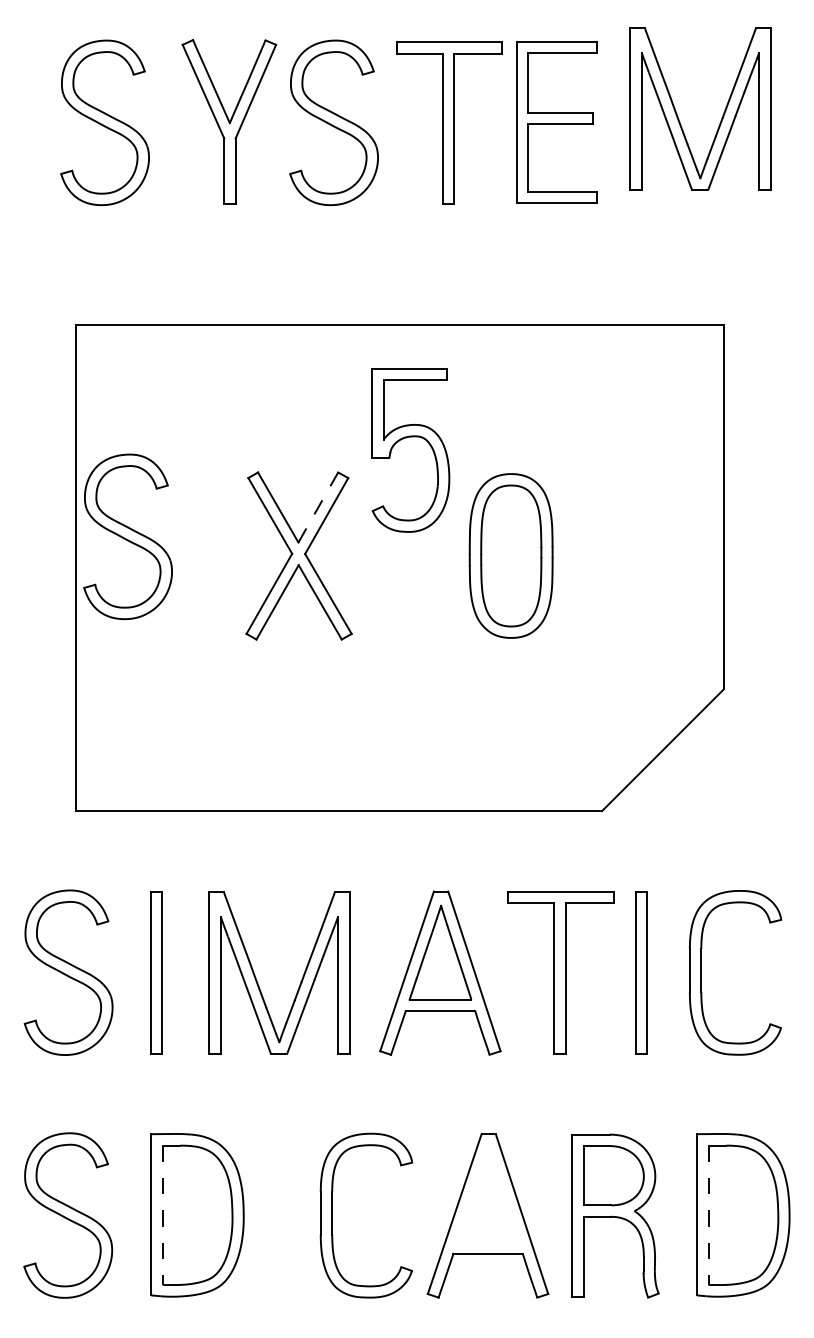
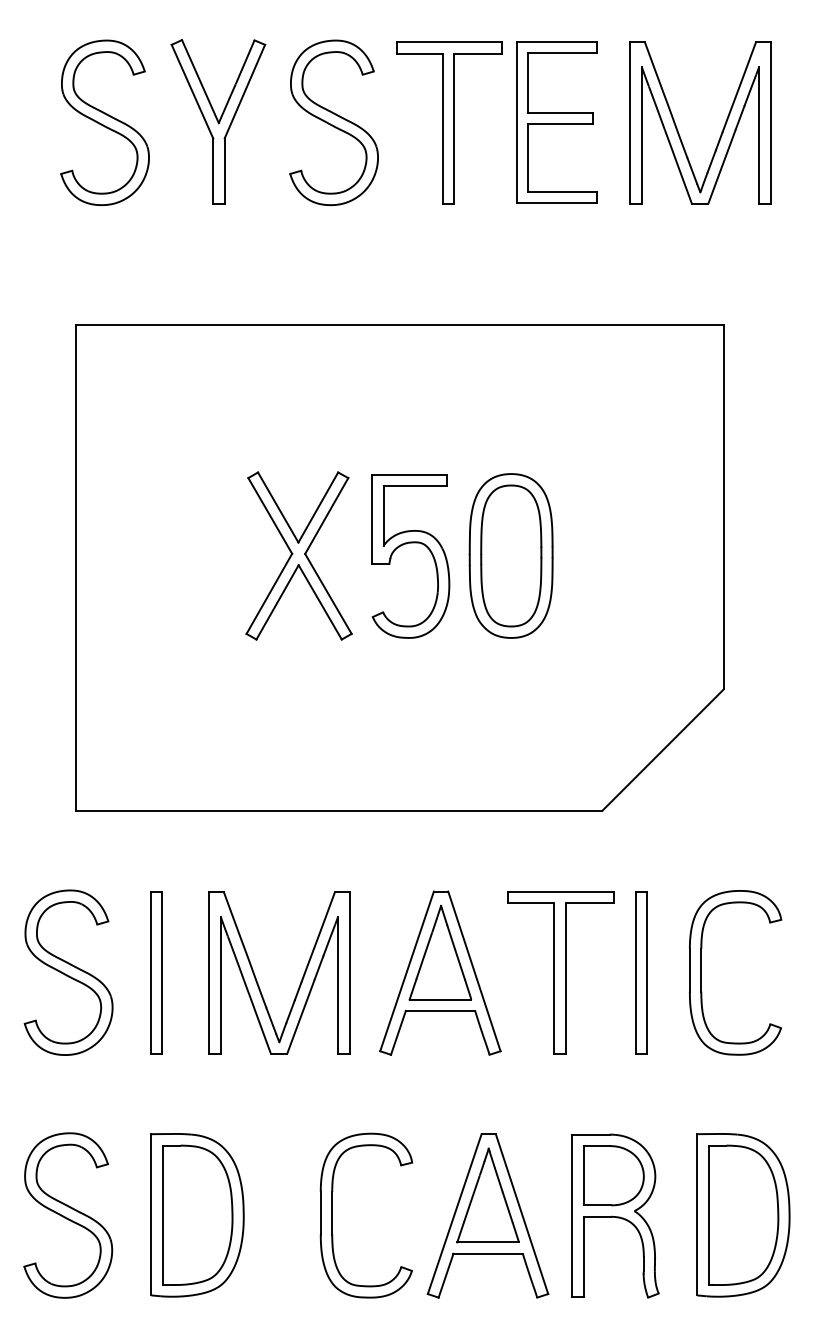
part at (721, 117) position: (721, 117) -> (721, 131)
part at (229, 121) position: (229, 121) -> (218, 121)
part at (406, 438) position: (406, 438) -> (406, 544)
line at (318, 507): dashed -> solid
part at (127, 536): present -> none
part at (487, 1195): none -> present
line at (162, 1215): dashed -> solid
line at (708, 1215): dashed -> solid
